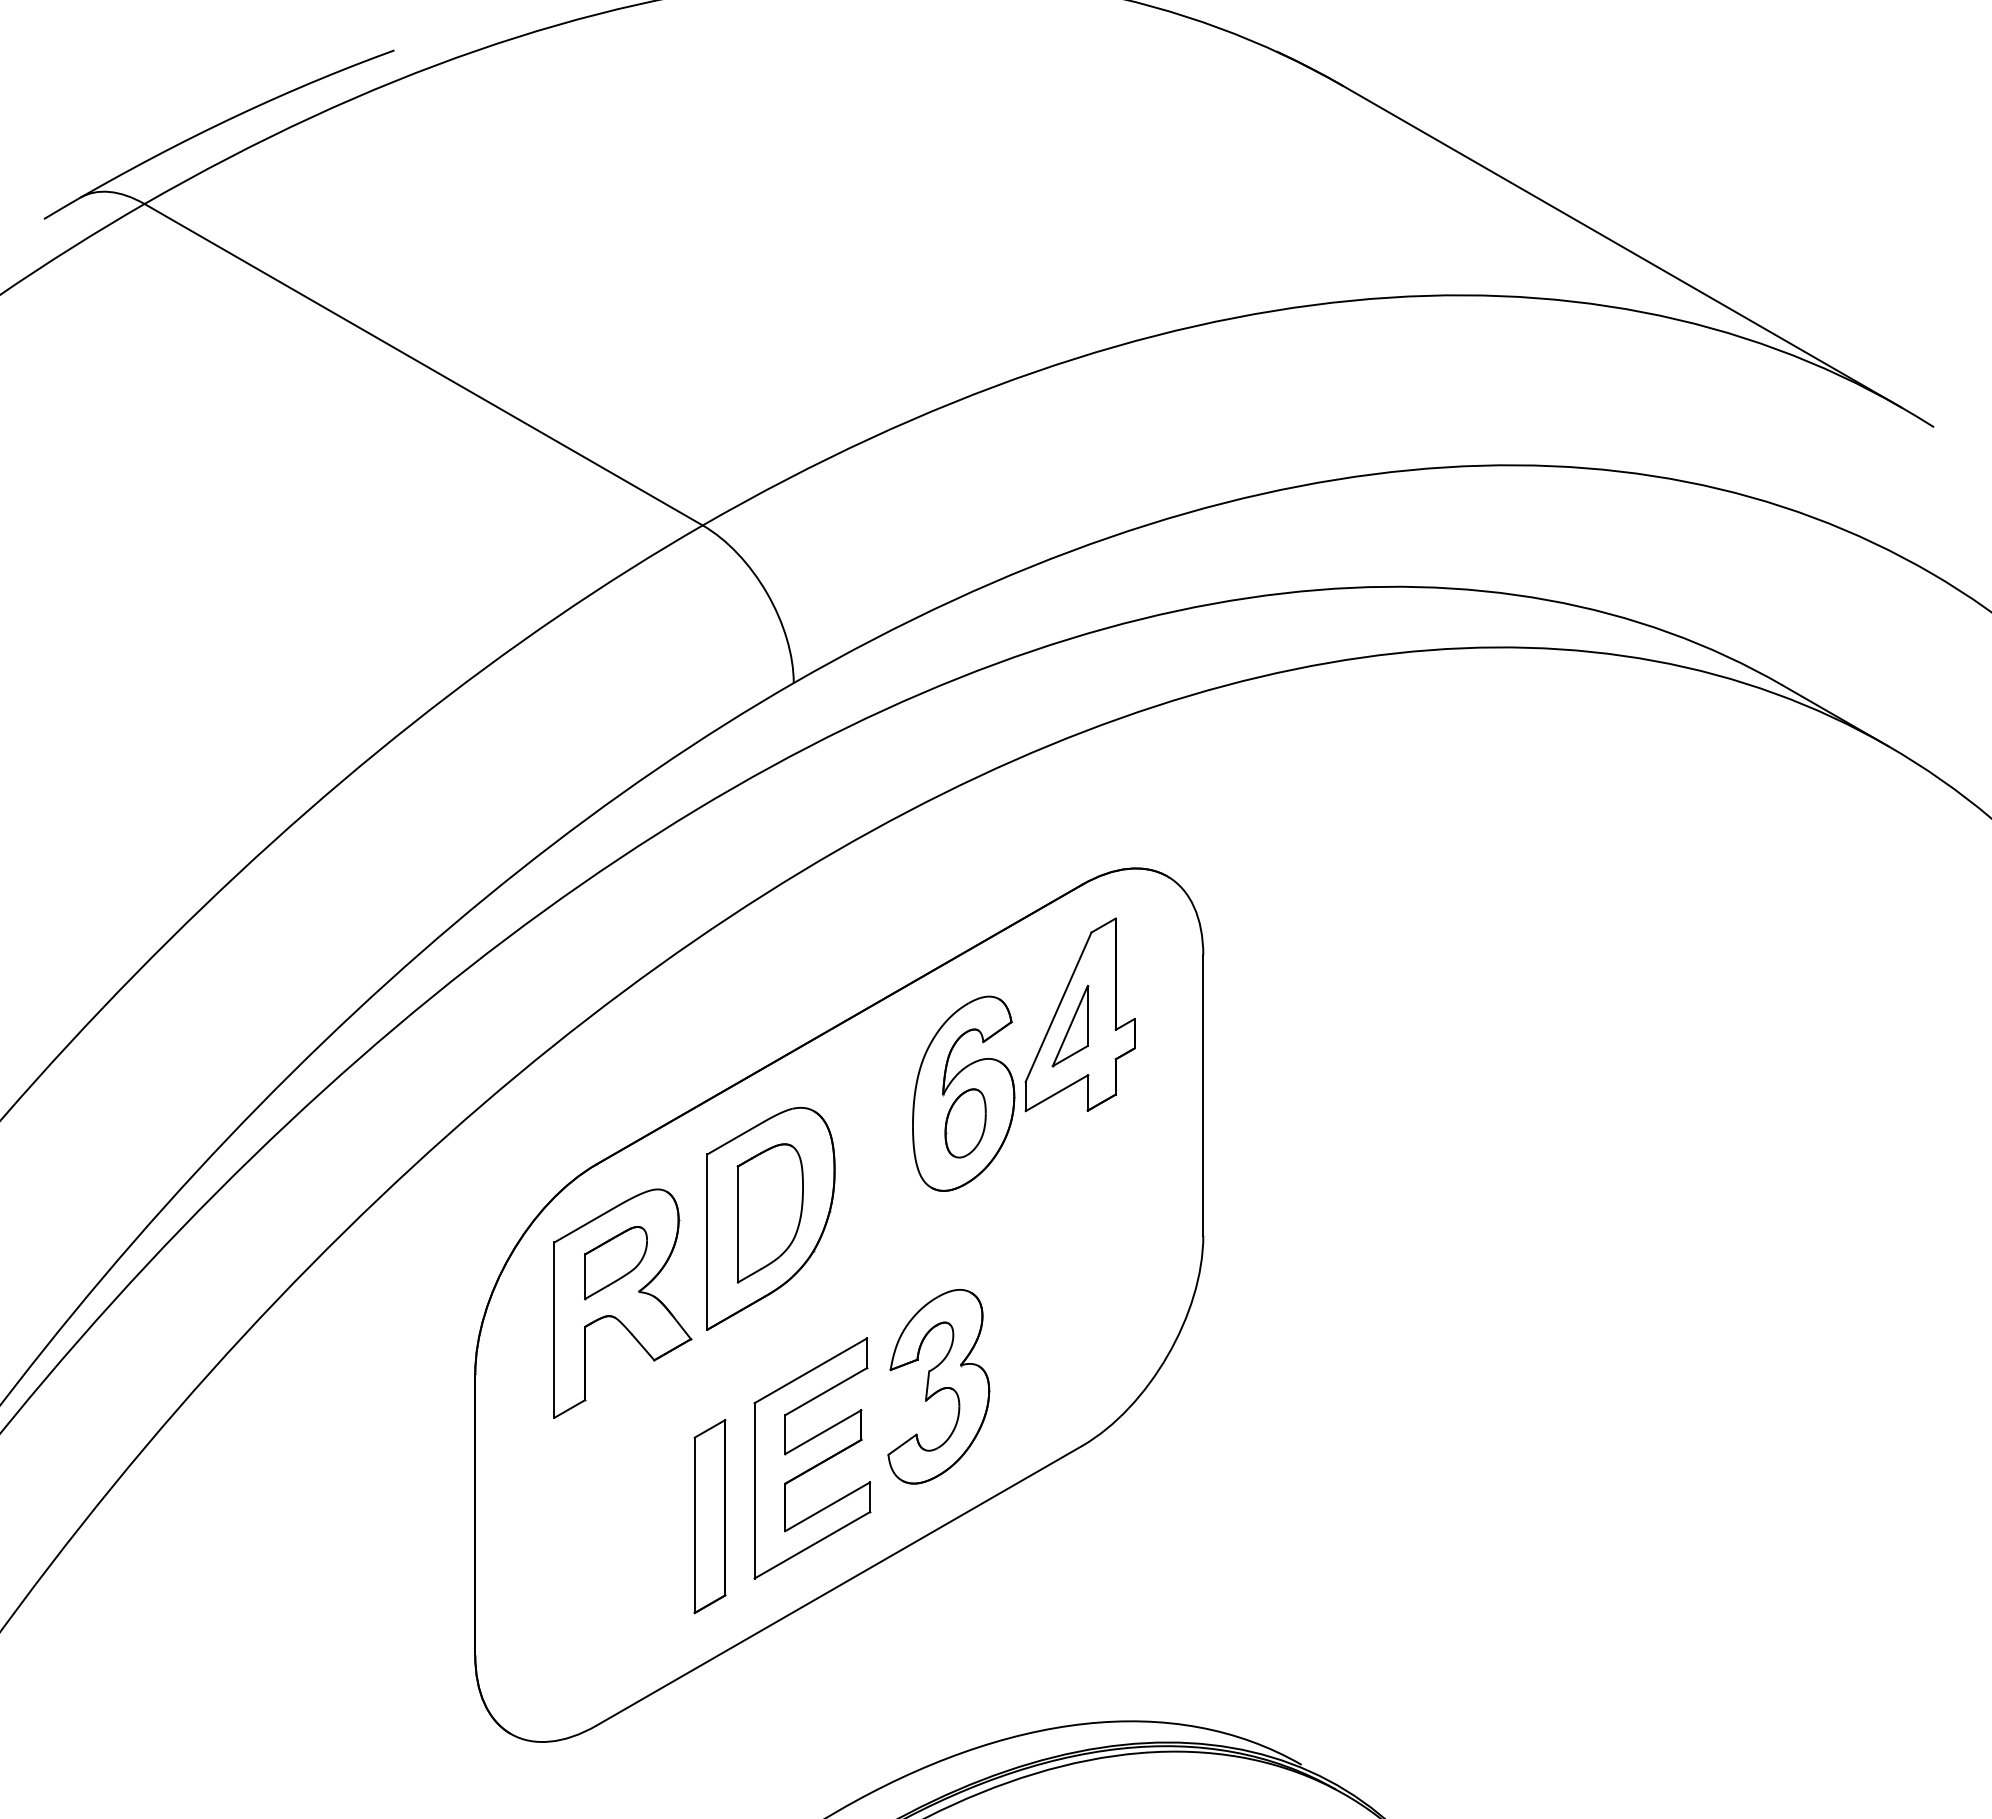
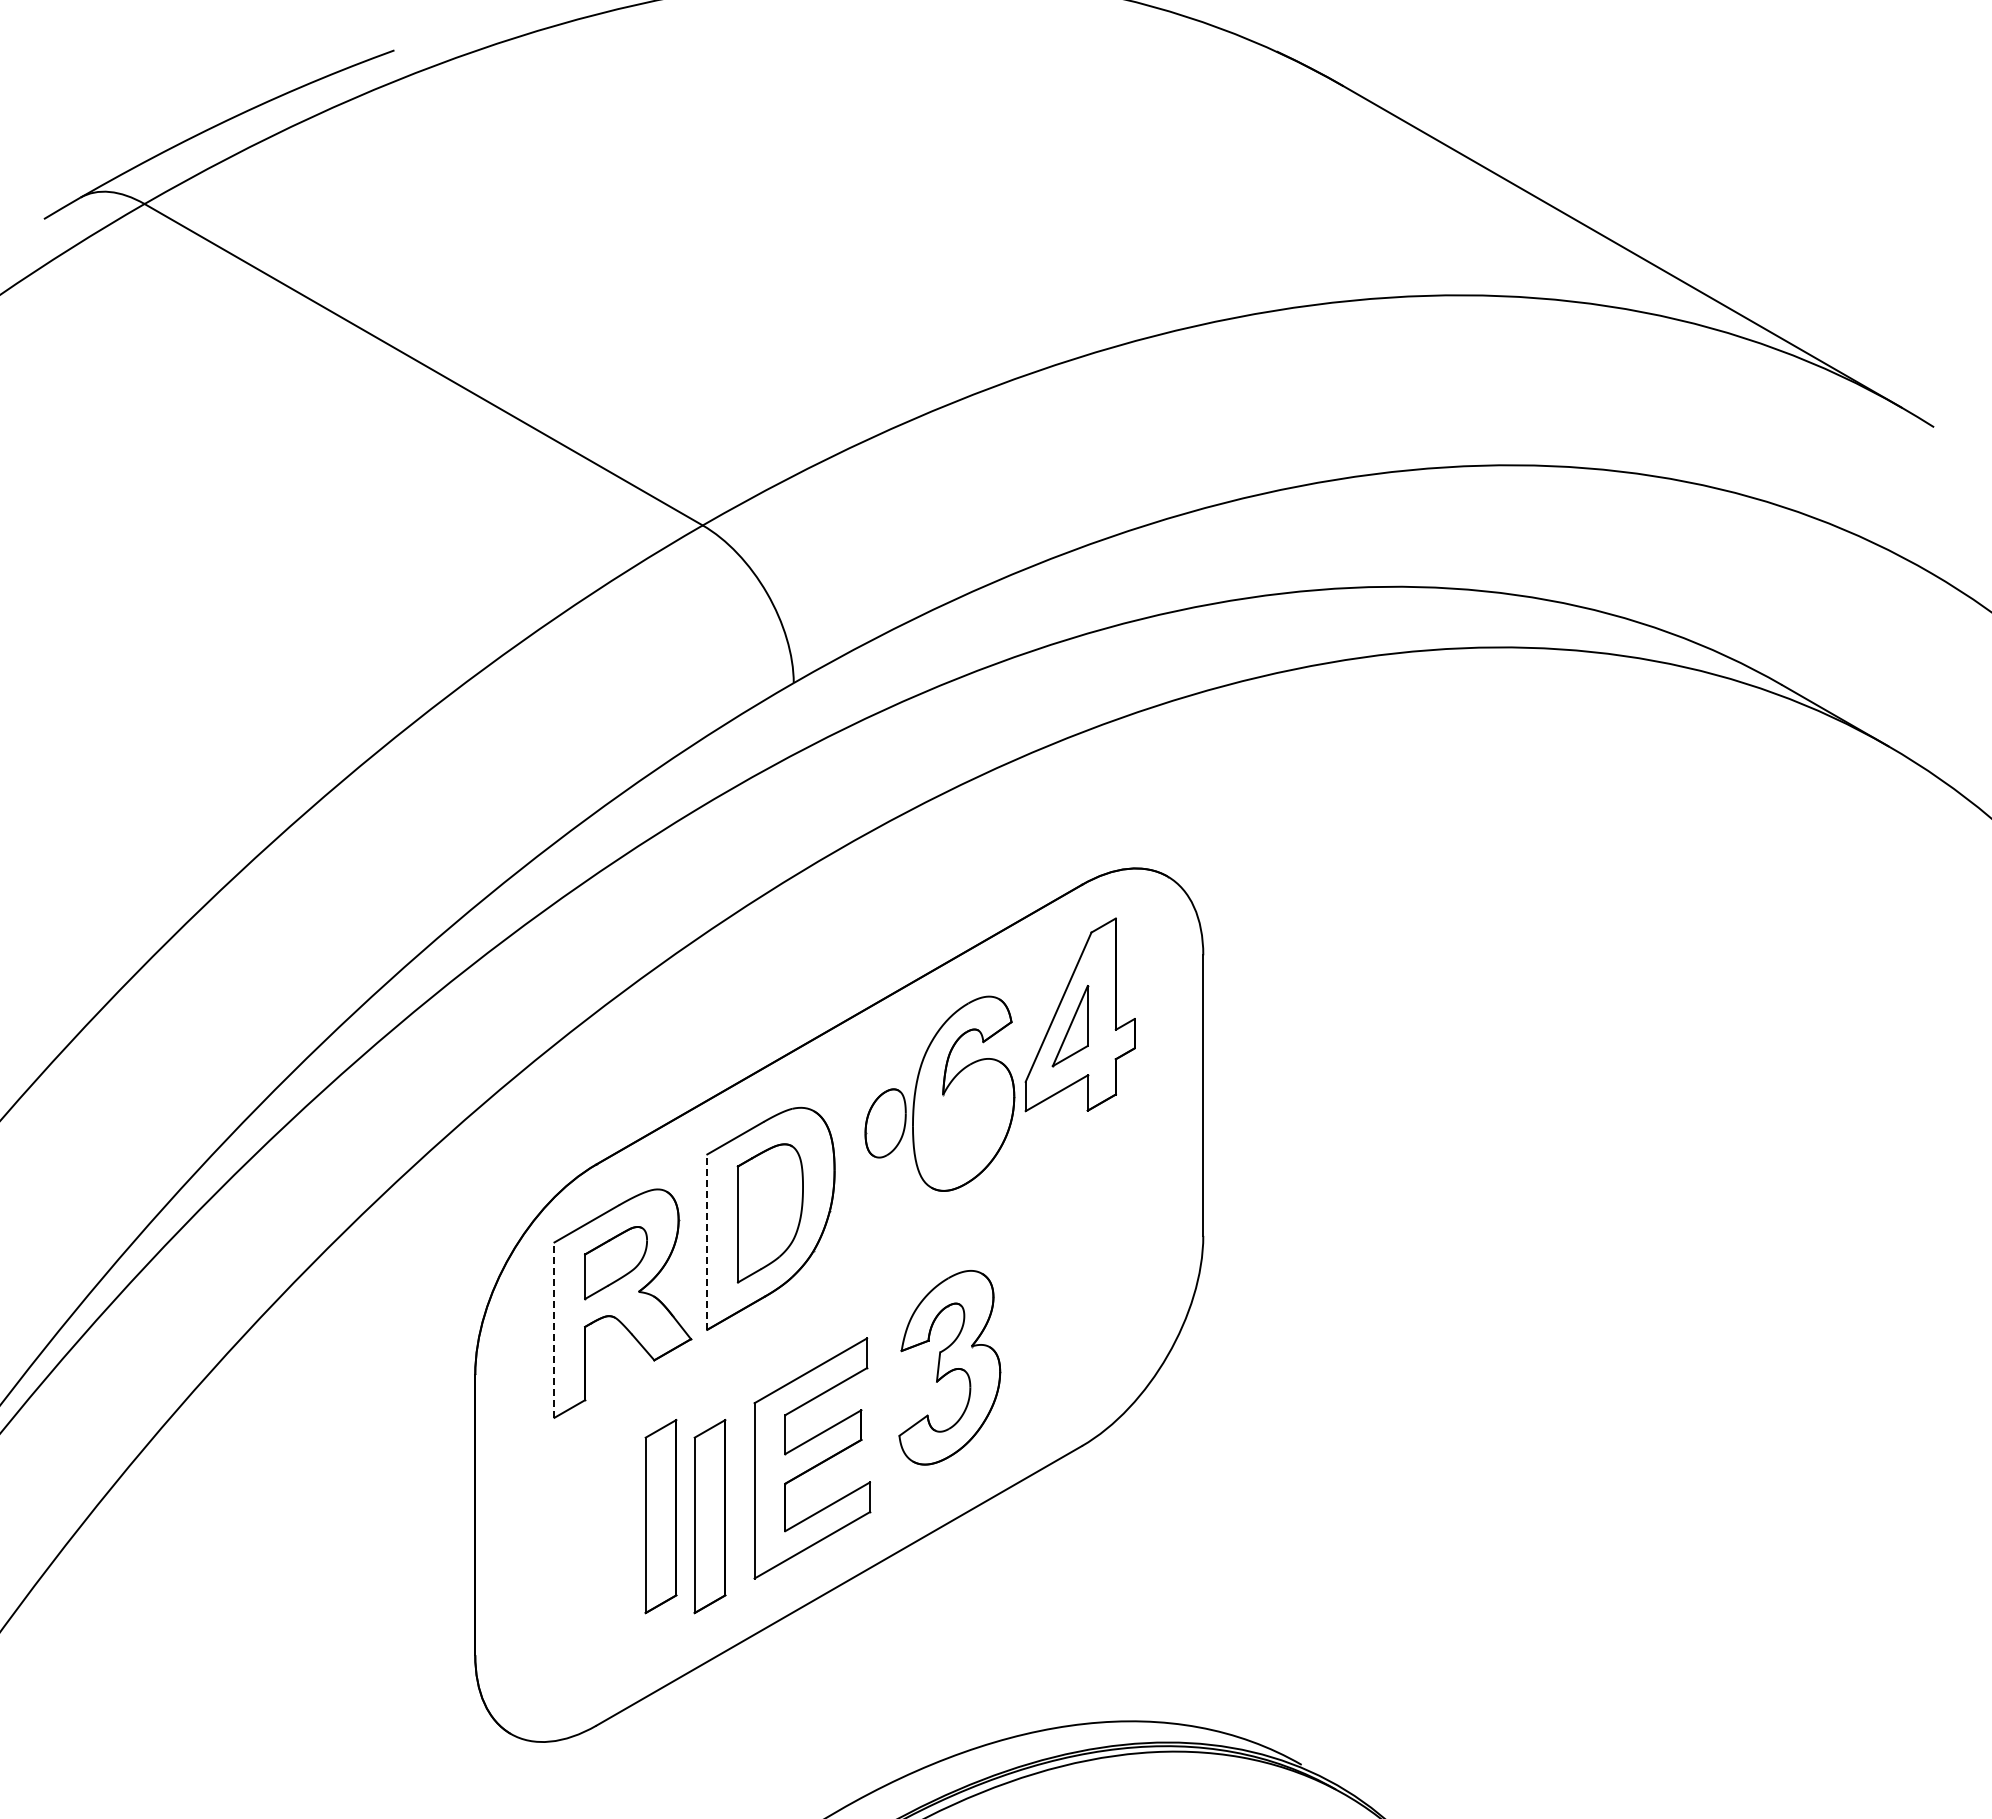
part at (965, 1123) position: (965, 1123) -> (885, 1123)
line at (707, 1242): solid -> dashed
line at (554, 1330): solid -> dashed
part at (938, 1386) position: (938, 1386) -> (949, 1367)
part at (660, 1516): none -> present
